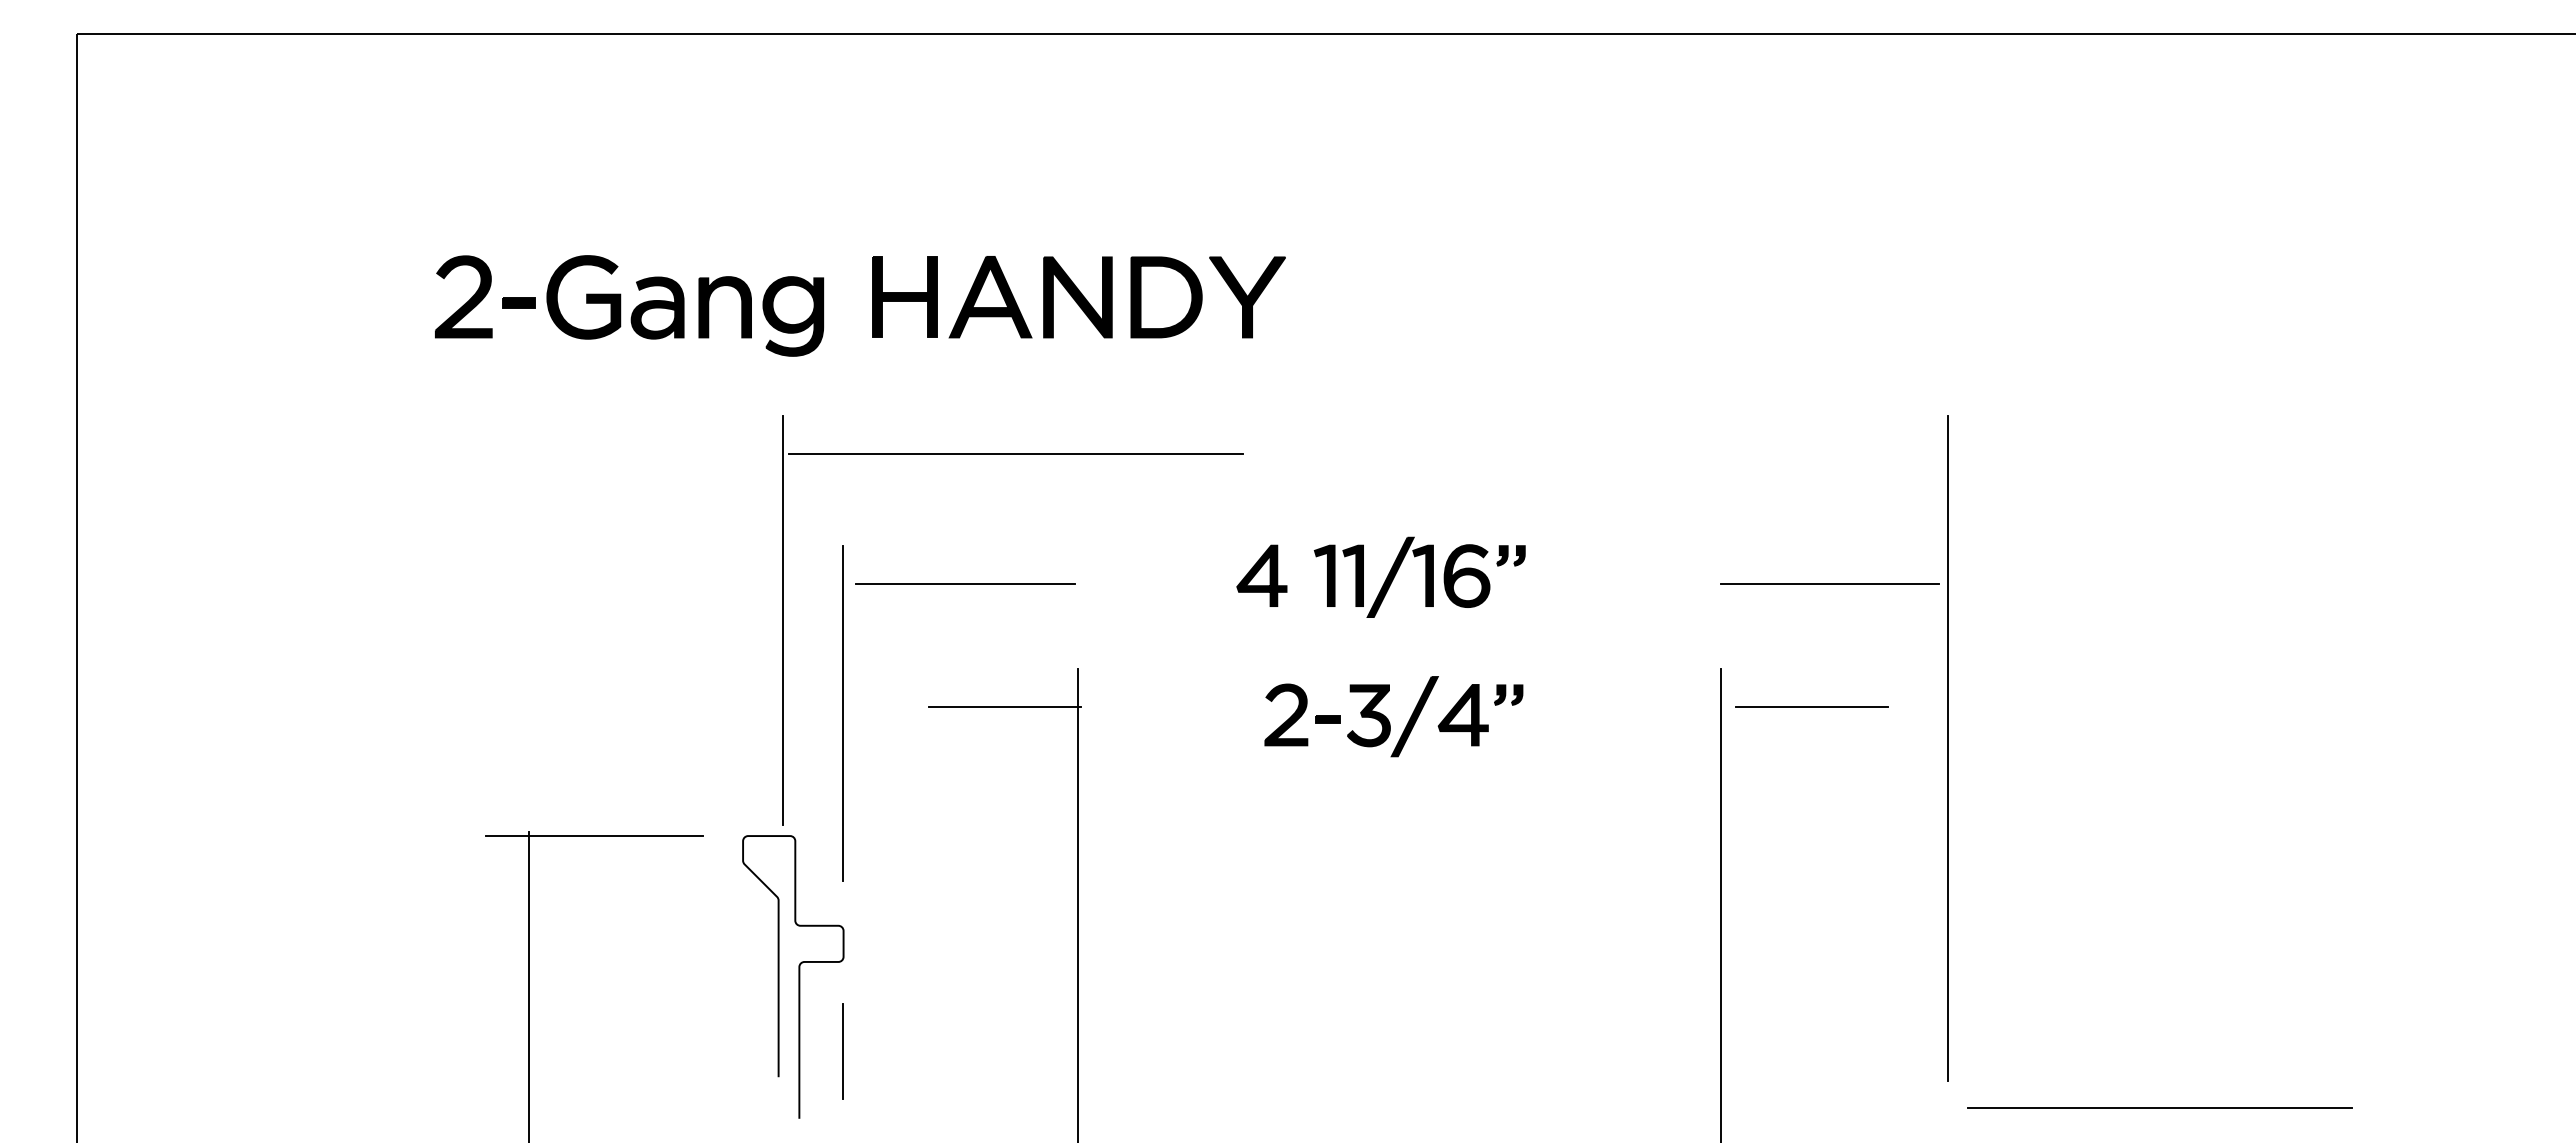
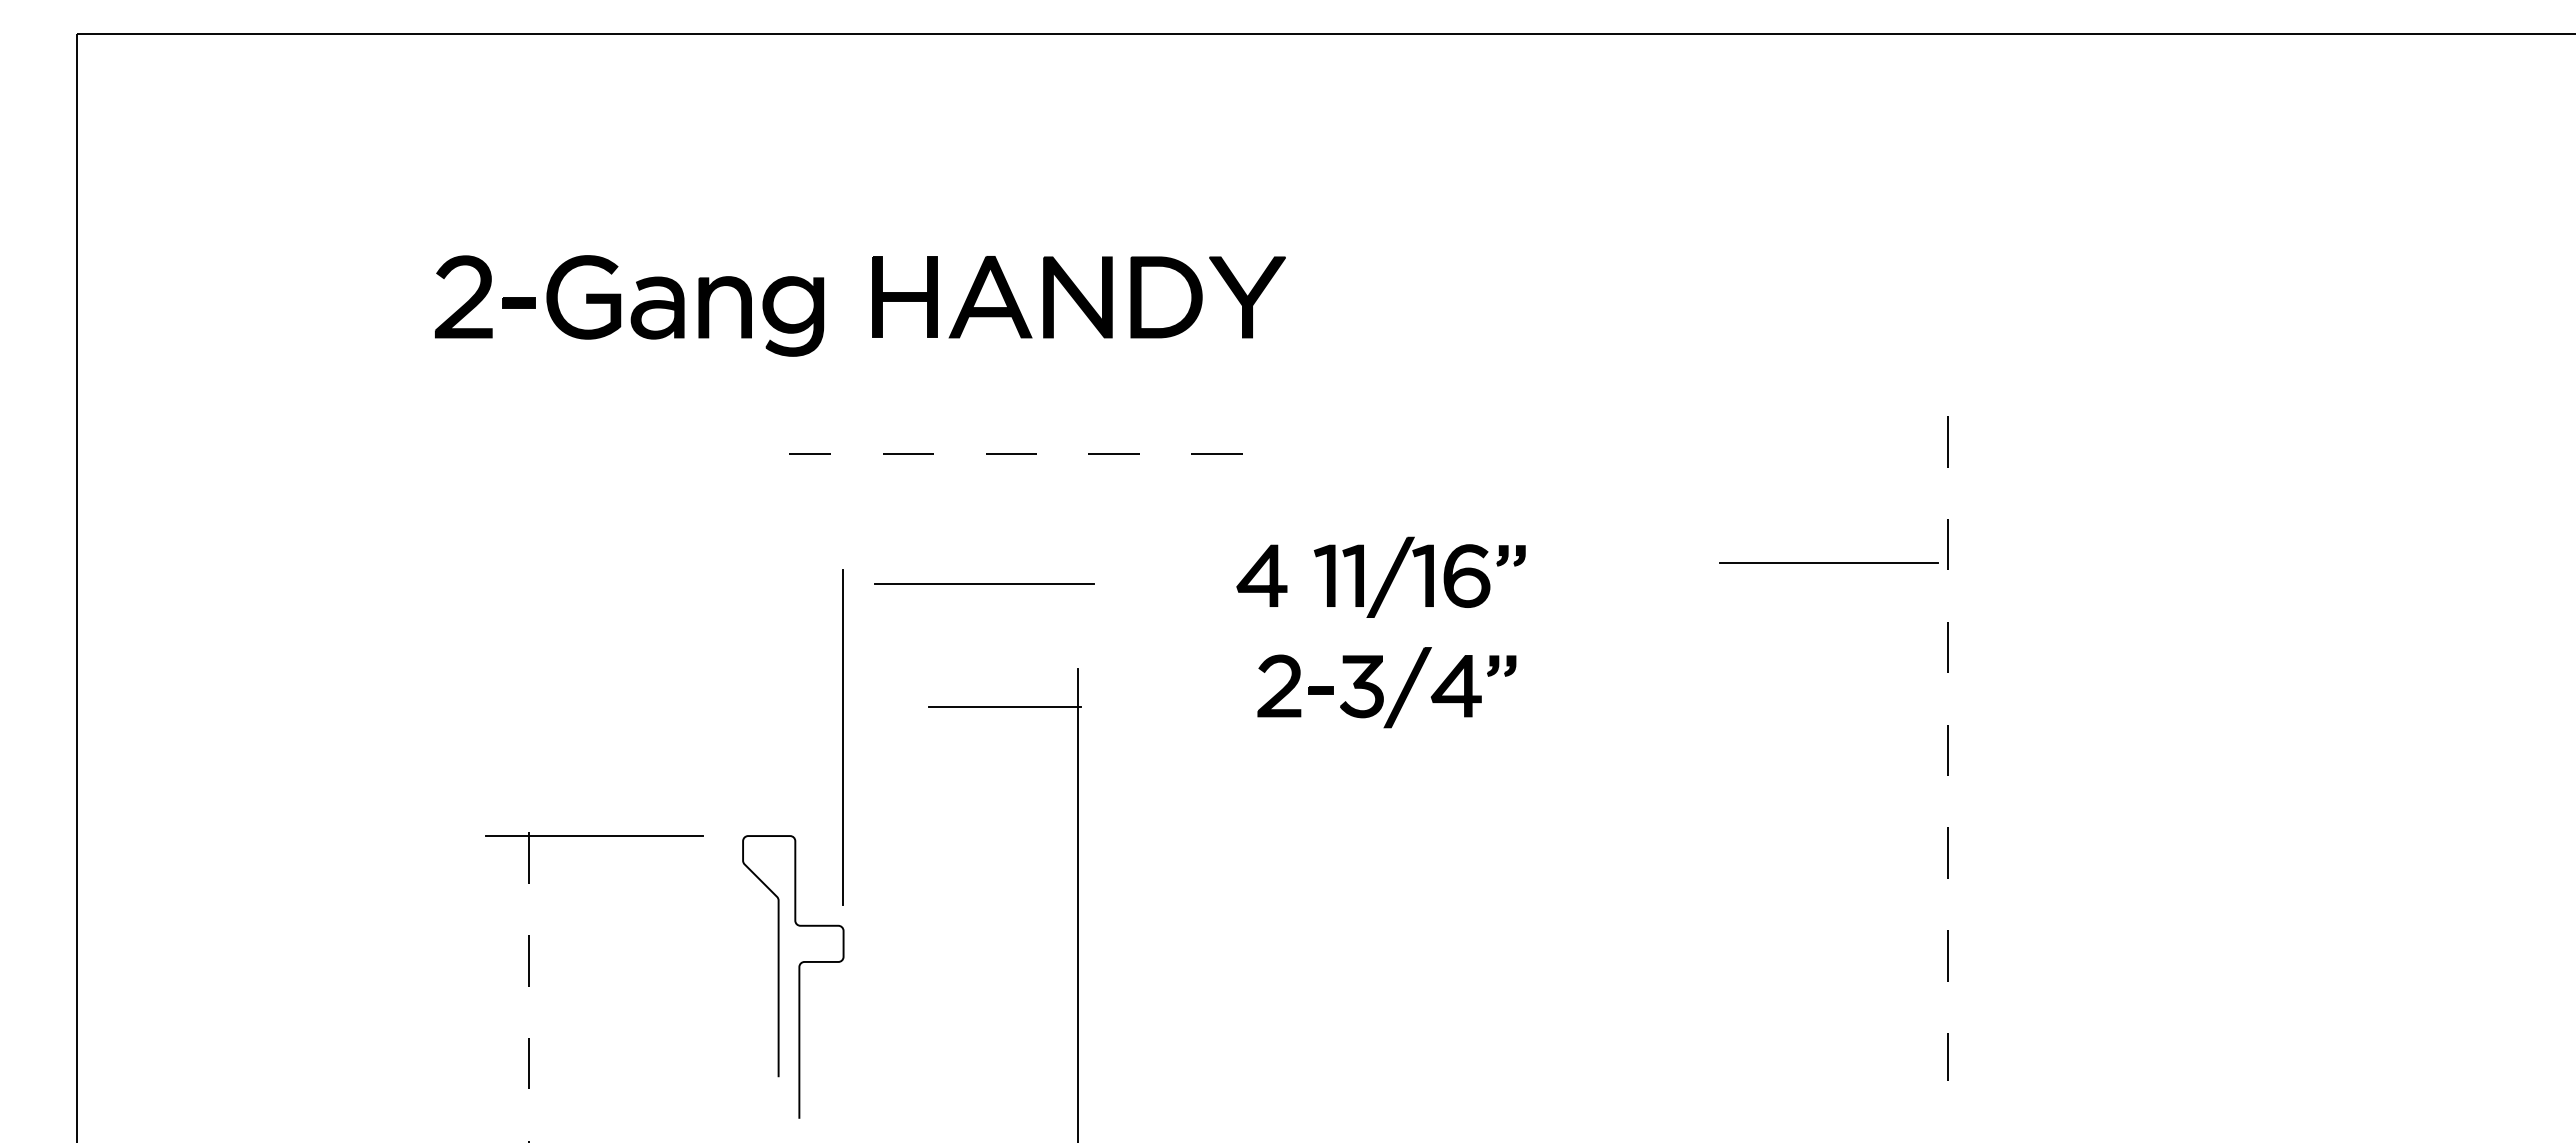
line at (1015, 454): solid -> dashed
line at (965, 583) position: (965, 583) -> (984, 583)
line at (1829, 583) position: (1829, 583) -> (1828, 562)
line at (782, 620): present -> none
line at (1811, 706): present -> none
line at (842, 713) position: (842, 713) -> (842, 737)
part at (1393, 716) position: (1393, 716) -> (1386, 687)
line at (1948, 748): solid -> dashed
line at (1720, 904): present -> none
line at (528, 987): solid -> dashed
line at (843, 1050): present -> none
line at (2159, 1108): present -> none
